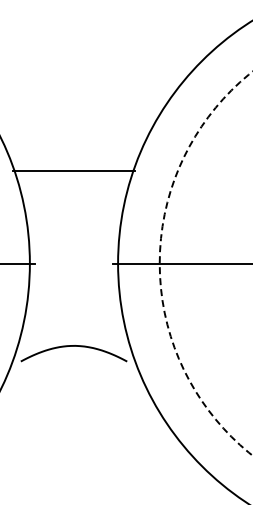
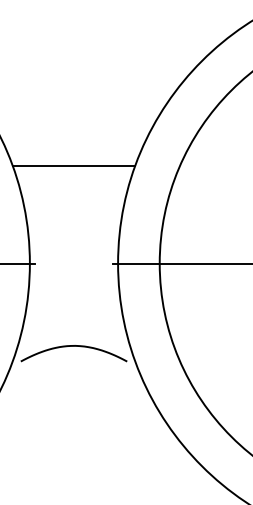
line at (73, 170) position: (73, 170) -> (73, 165)
circle at (205, 263): dashed -> solid
